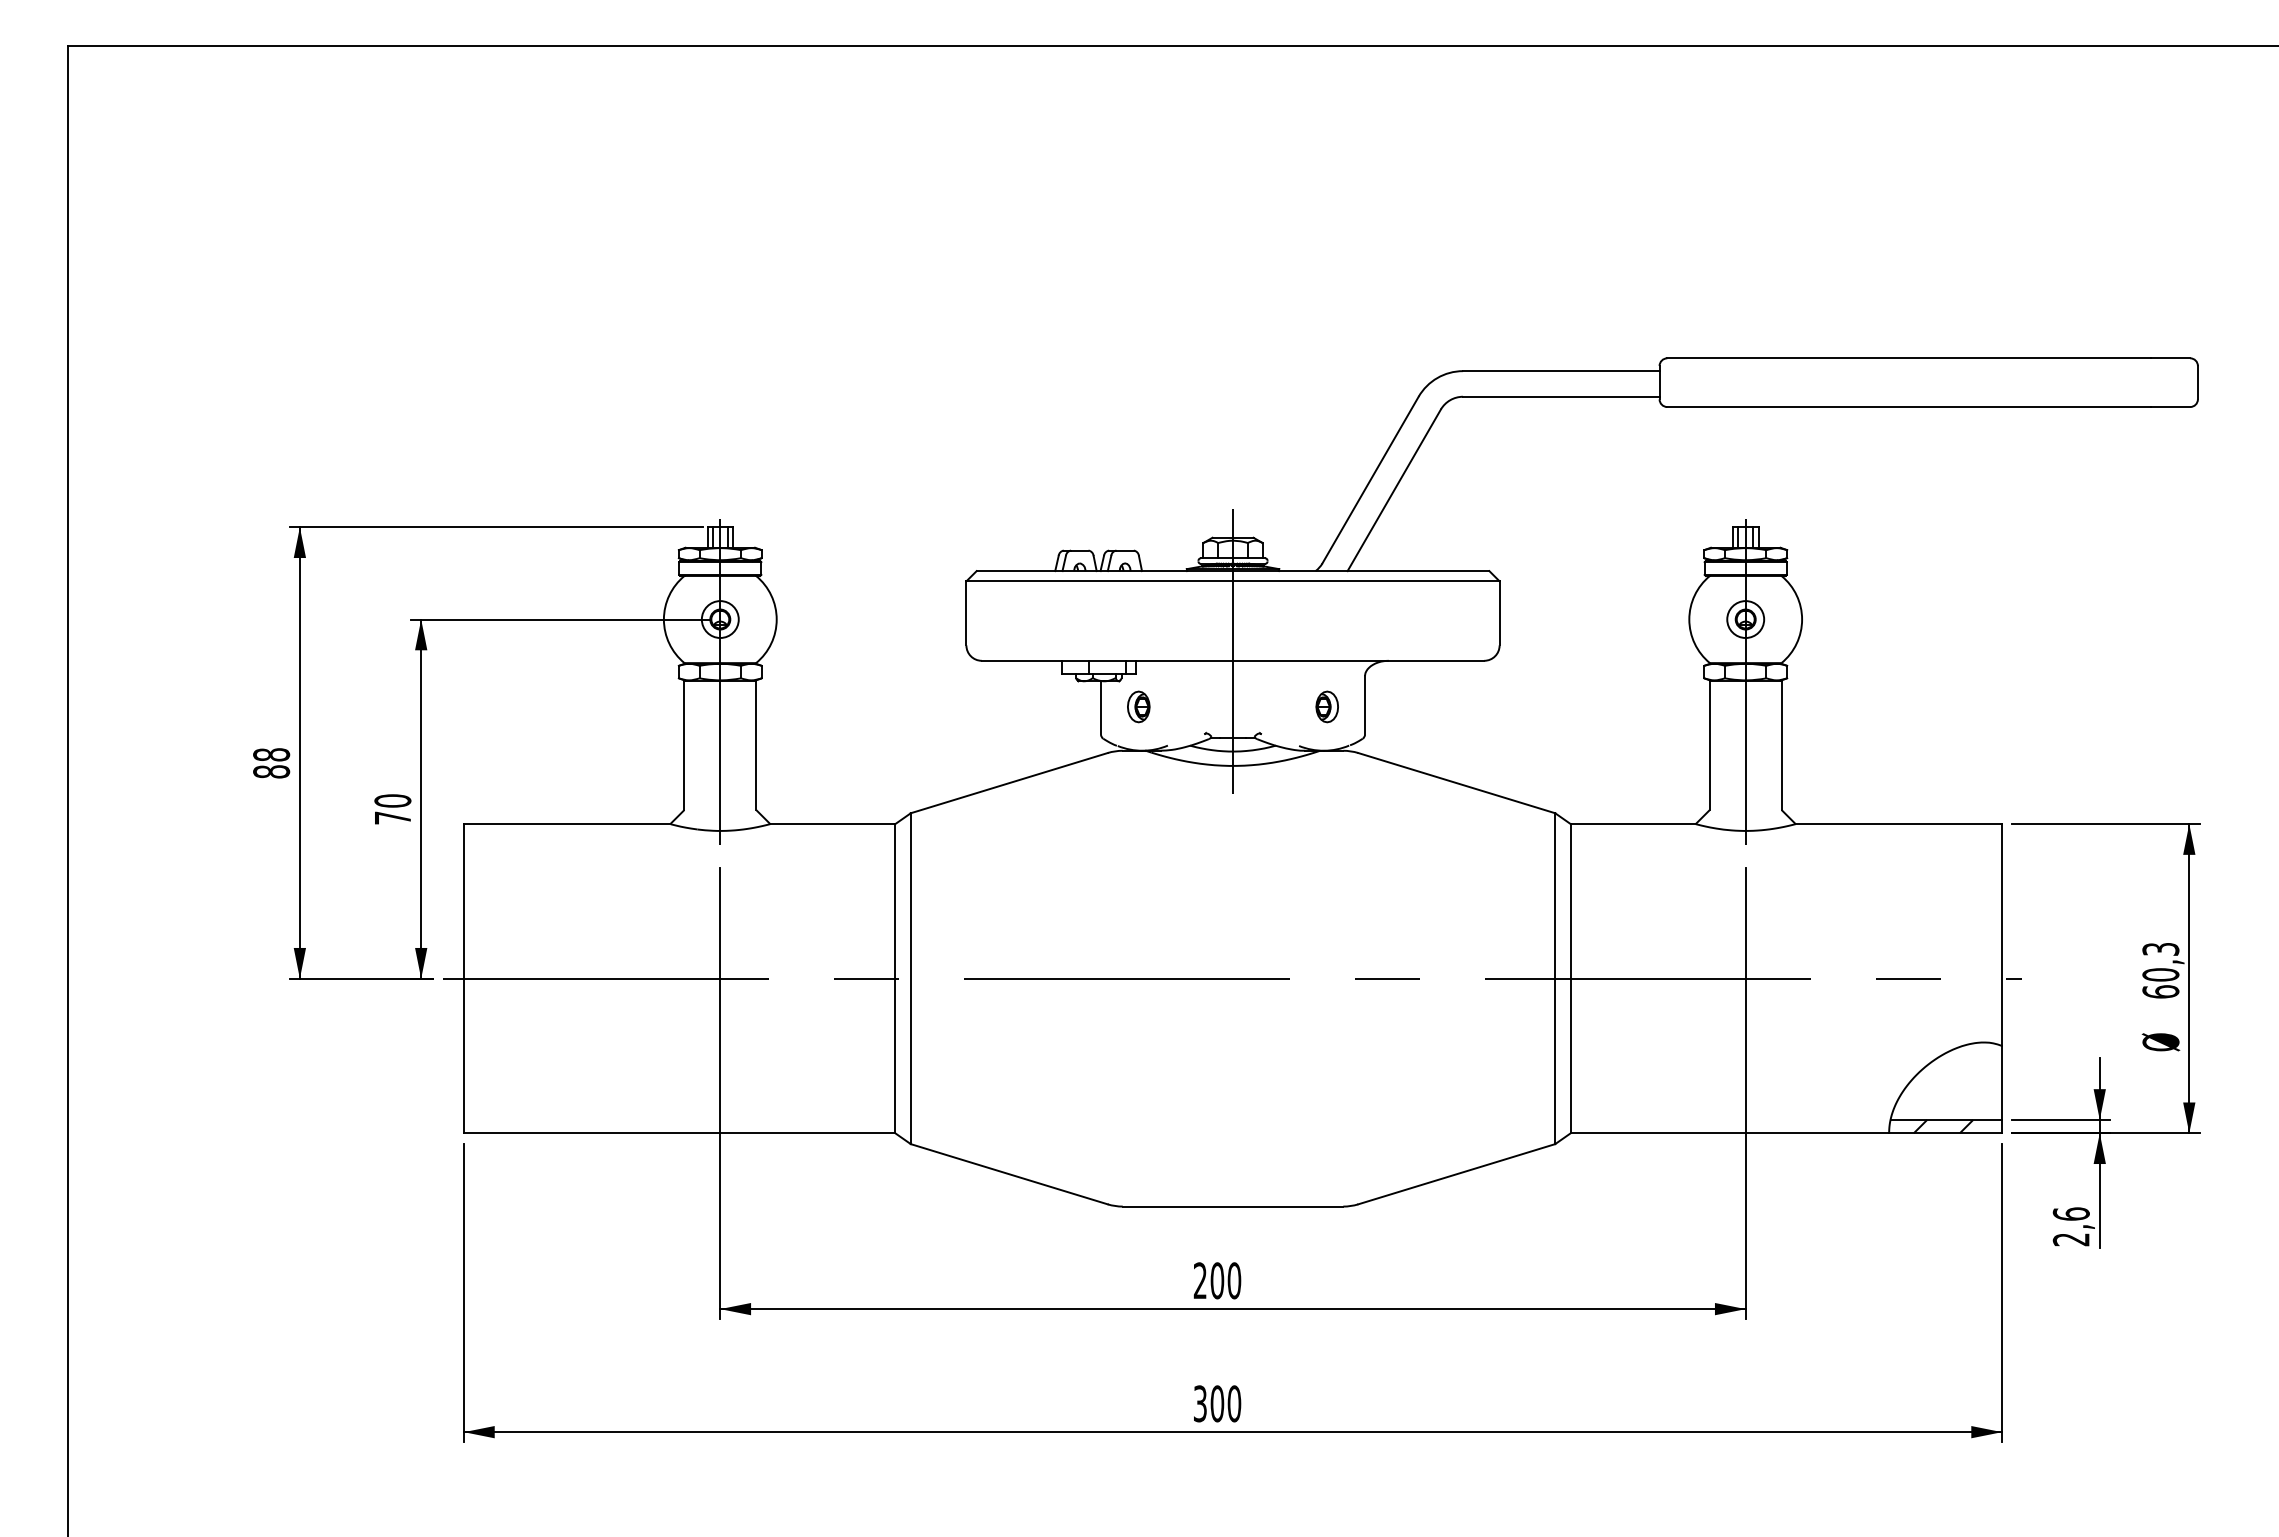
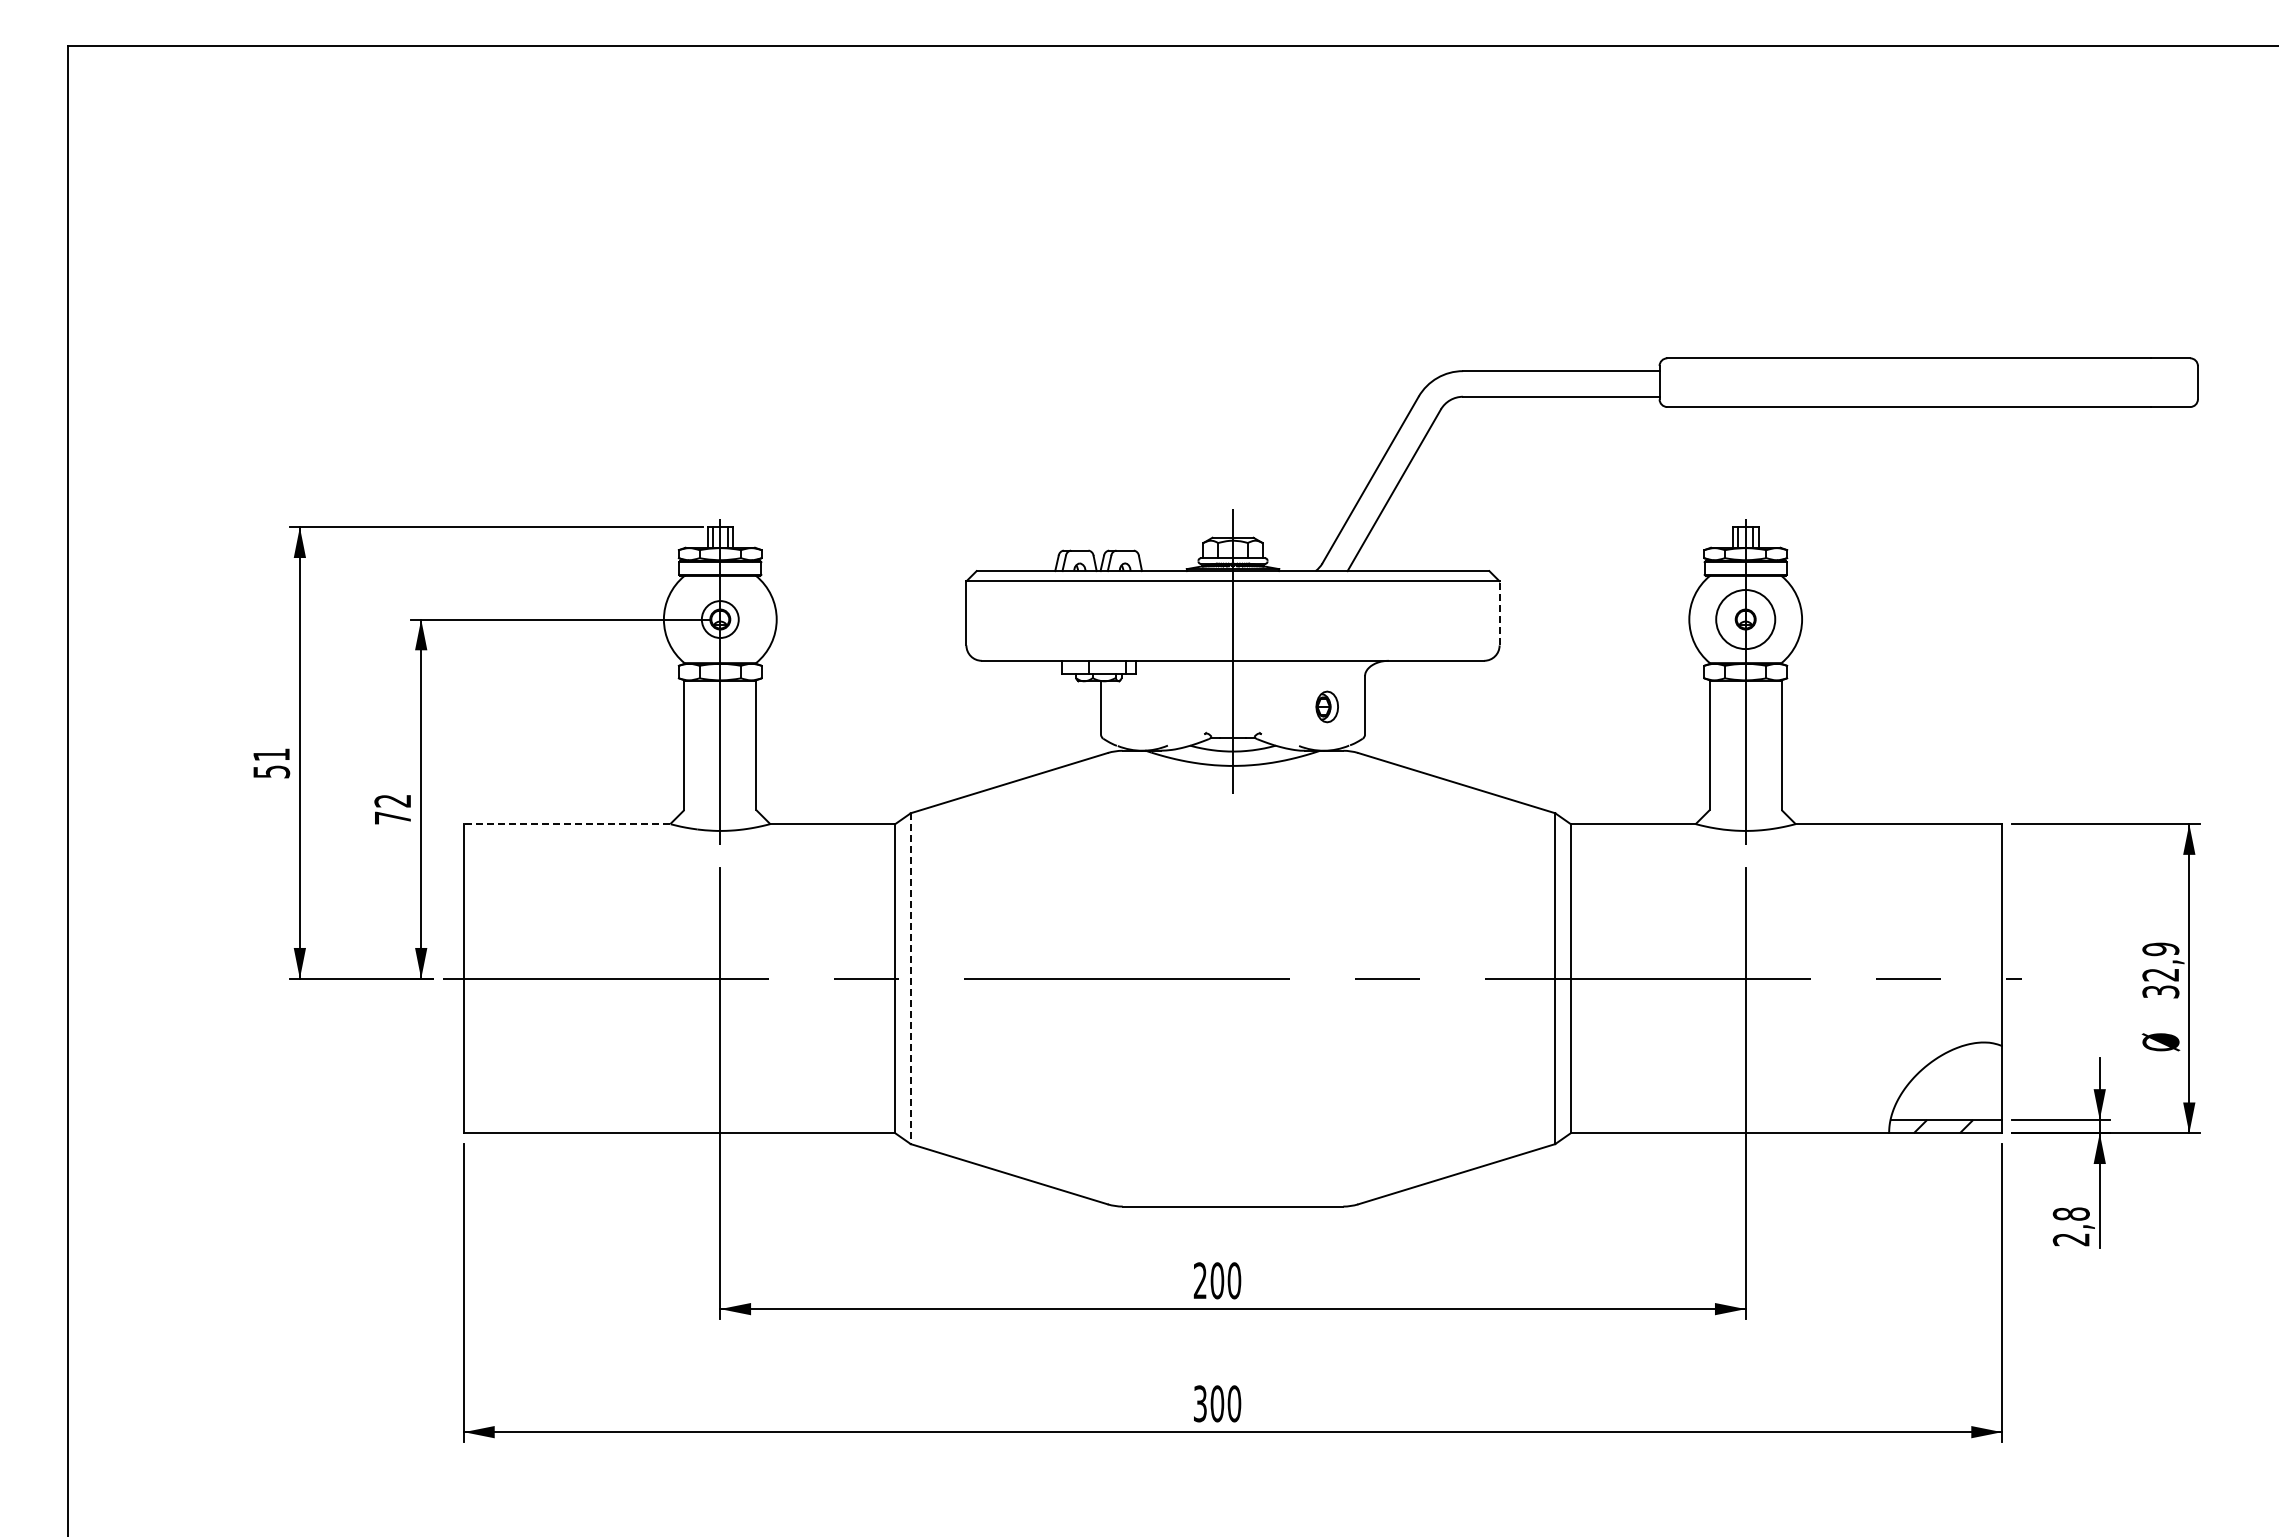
line at (1499, 612): solid -> dashed
circle at (1745, 619) diameter: 37 px -> 59 px
part at (1138, 706): present -> none
text at (271, 763): 88 -> 51
text at (392, 800): 70 -> 72
line at (566, 824): solid -> dashed
text at (2160, 970): 60,3 -> 32,9
line at (910, 979): solid -> dashed
text at (2070, 1213): 2,6 -> 2,8
